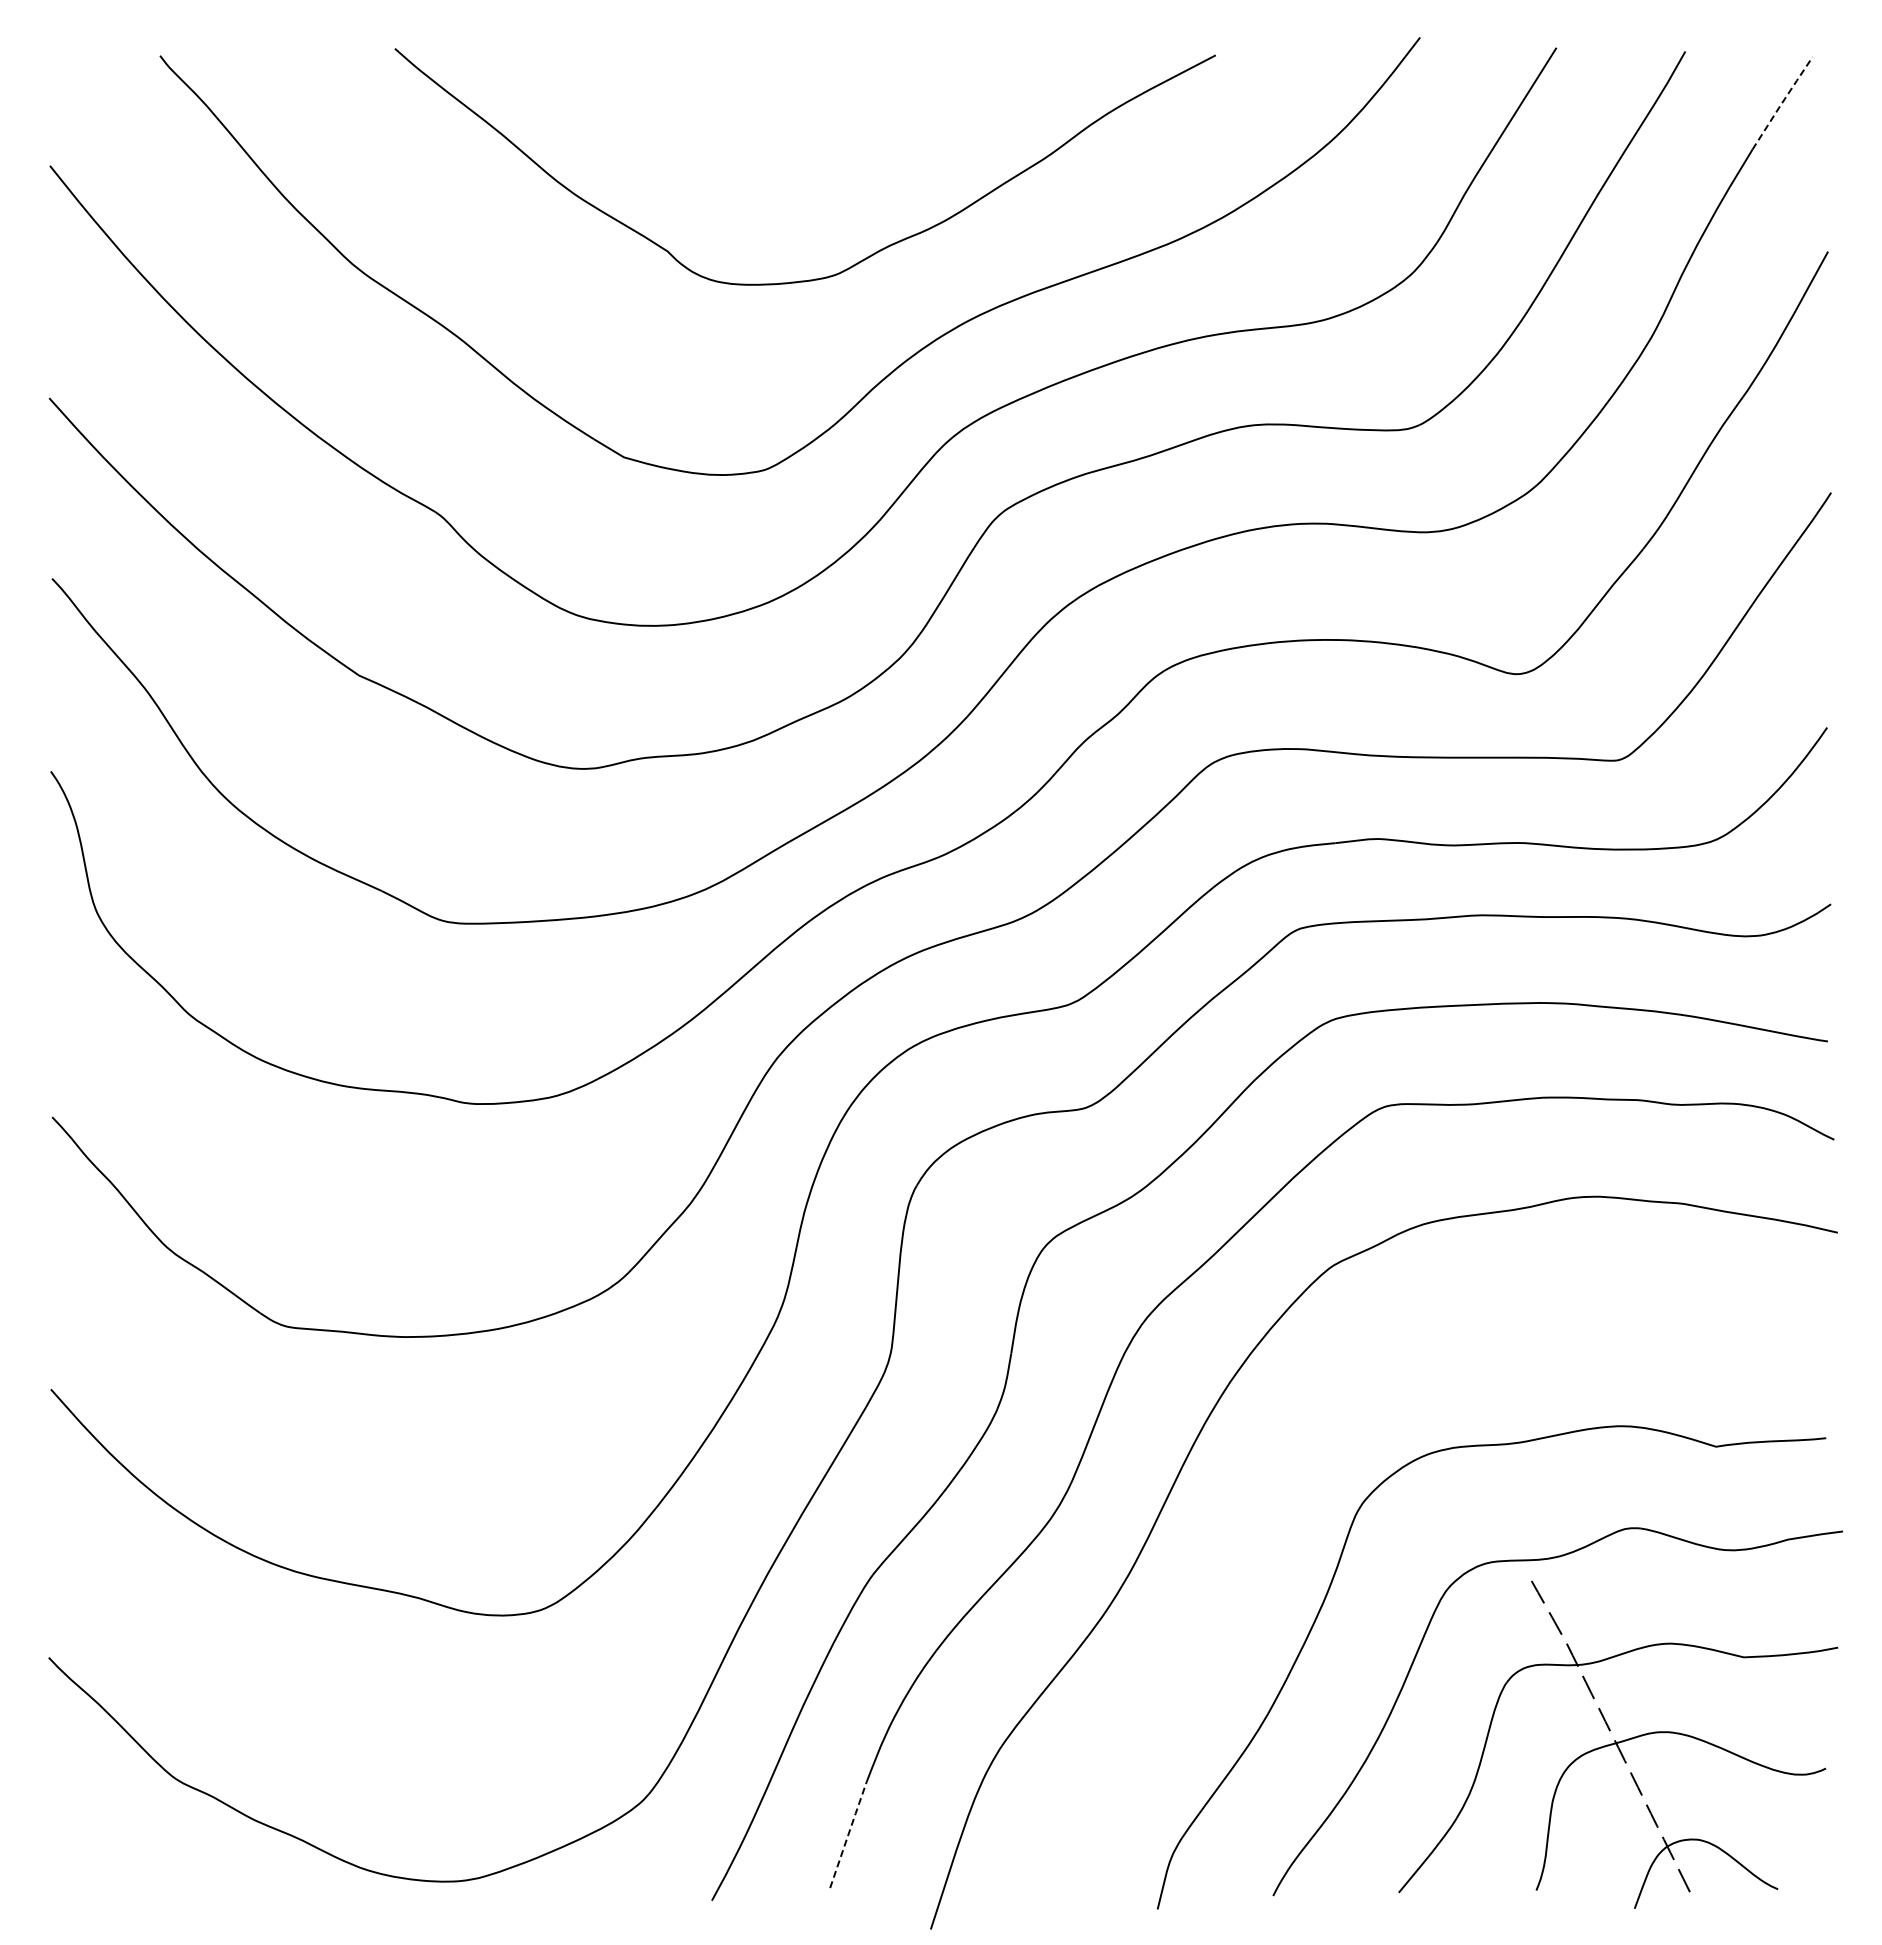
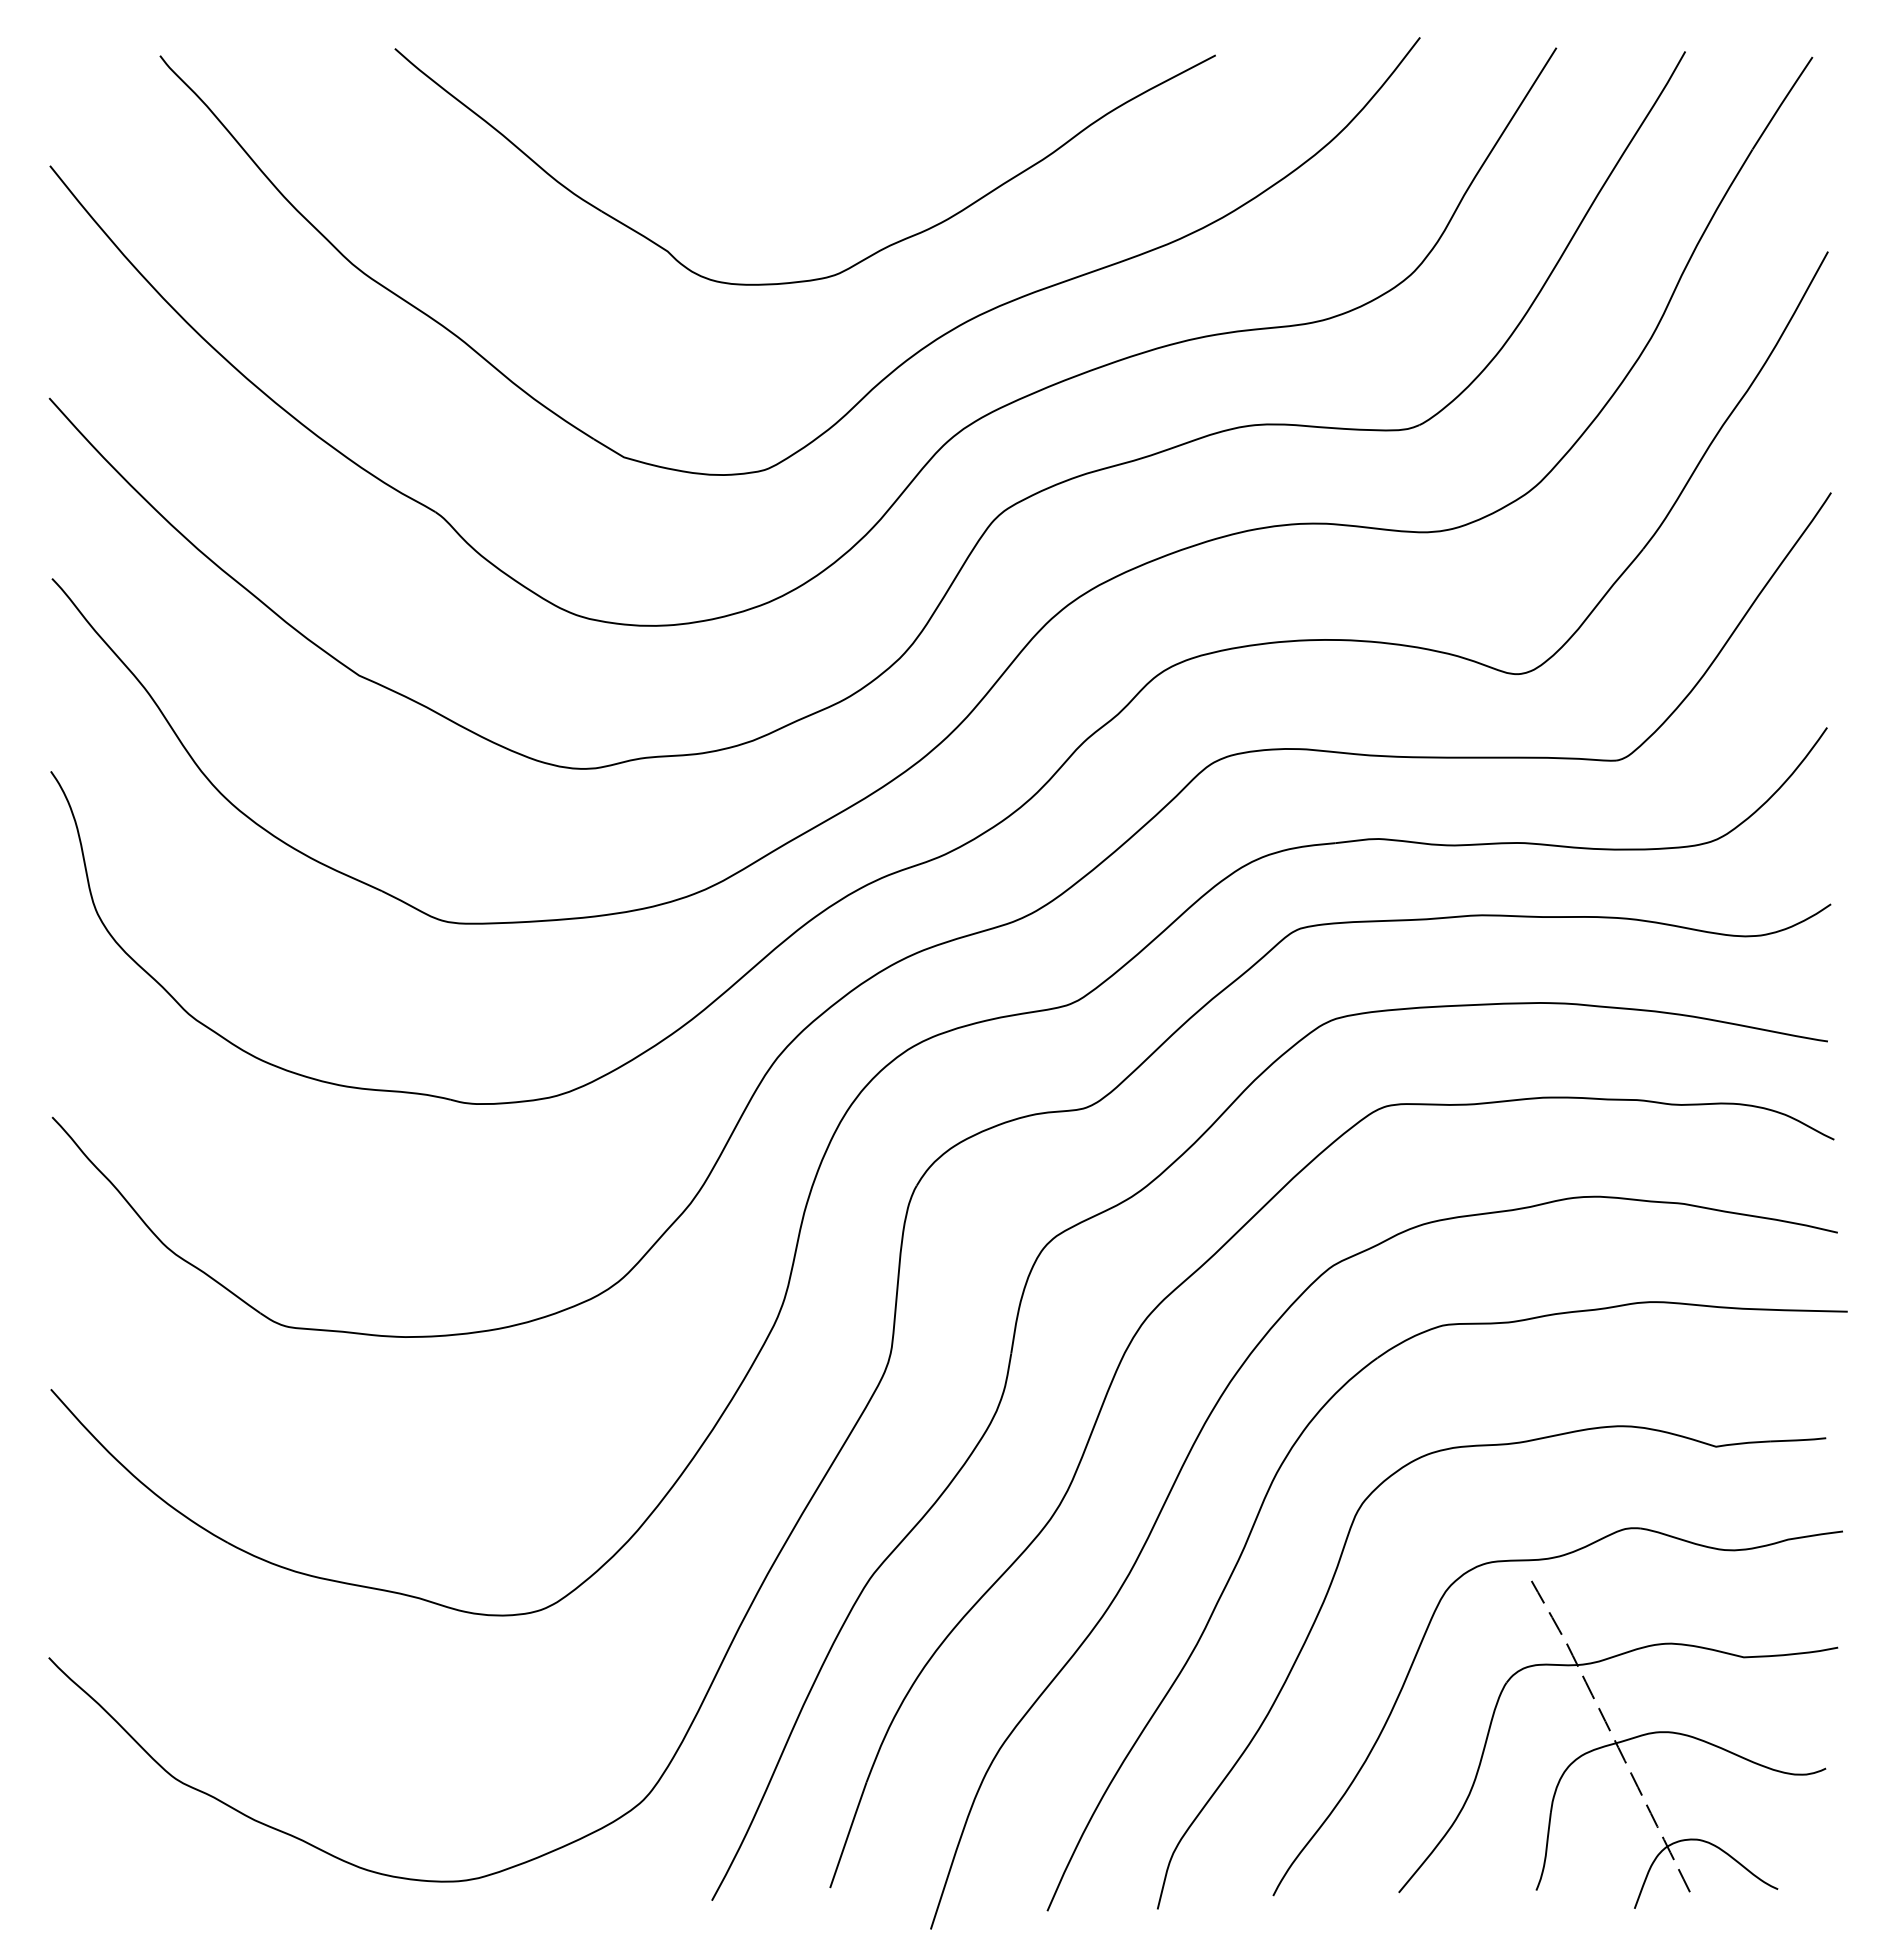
line at (1782, 102): dashed -> solid
part at (1254, 1526): none -> present
line at (848, 1834): dashed -> solid
